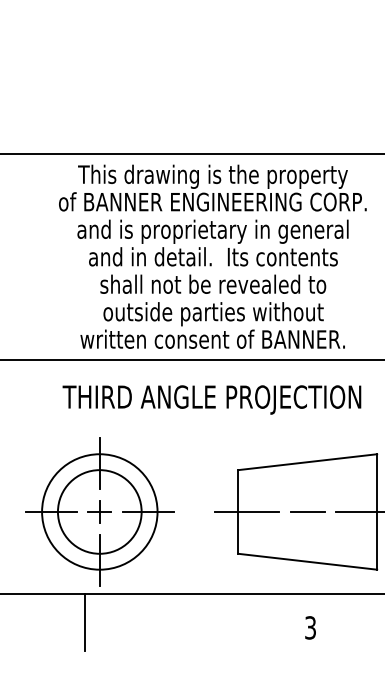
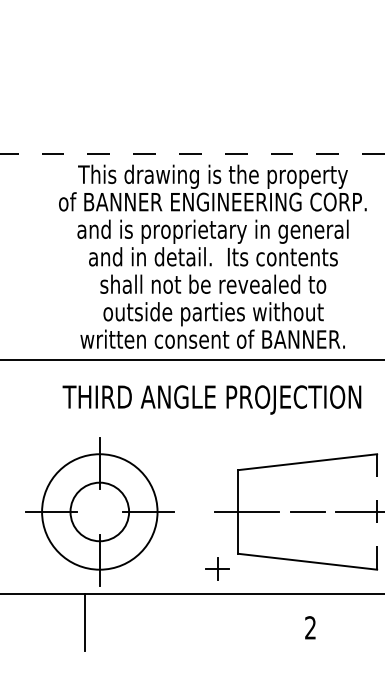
line at (192, 153): solid -> dashed
circle at (99, 511) diameter: 84 px -> 59 px
part at (99, 511) position: (99, 511) -> (217, 568)
line at (377, 511): solid -> dashed
text at (310, 627): 3 -> 2
